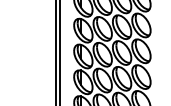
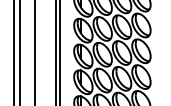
line at (13, 52): none -> present
line at (20, 52): none -> present
line at (34, 52): none -> present
